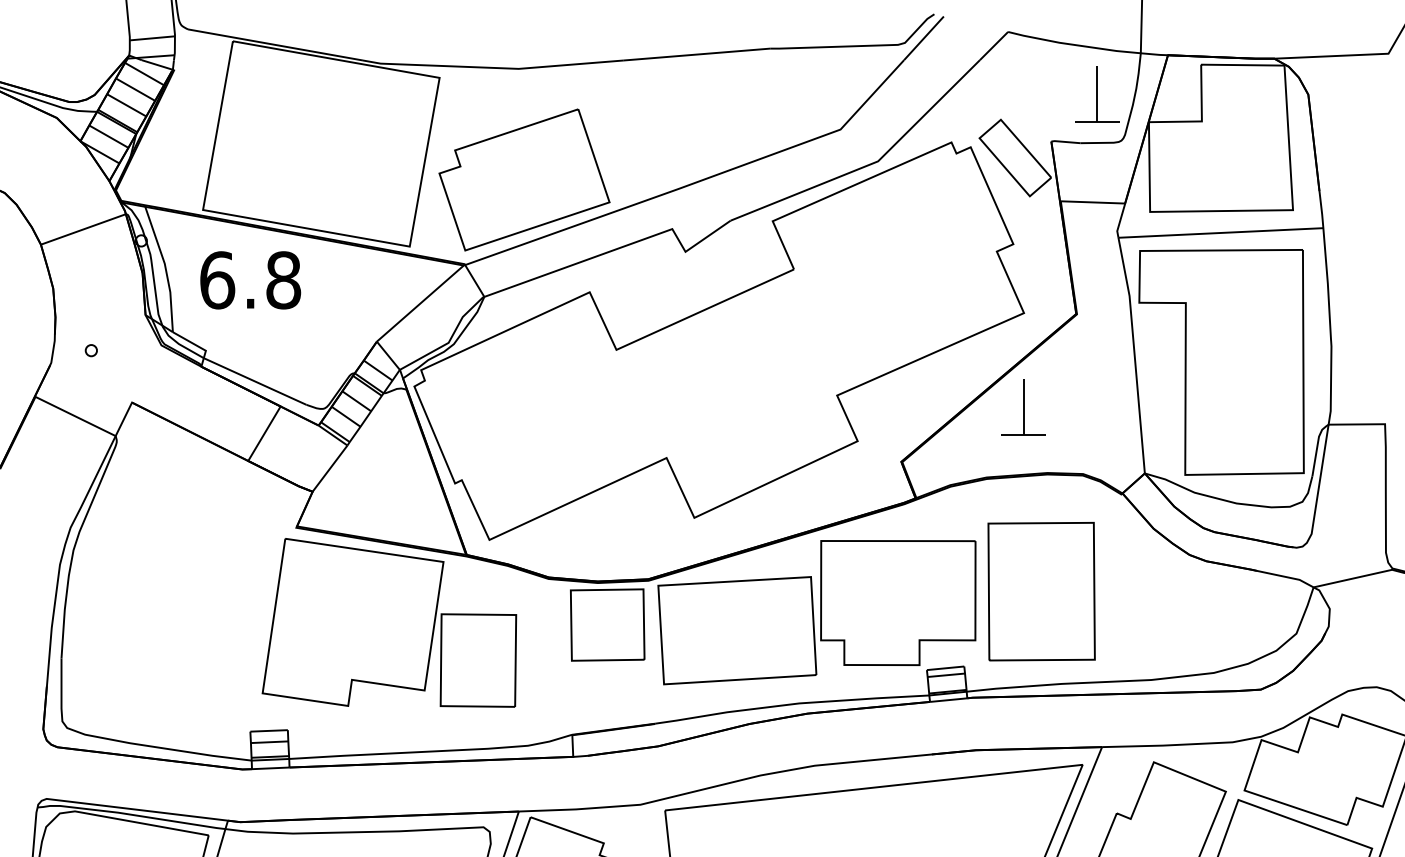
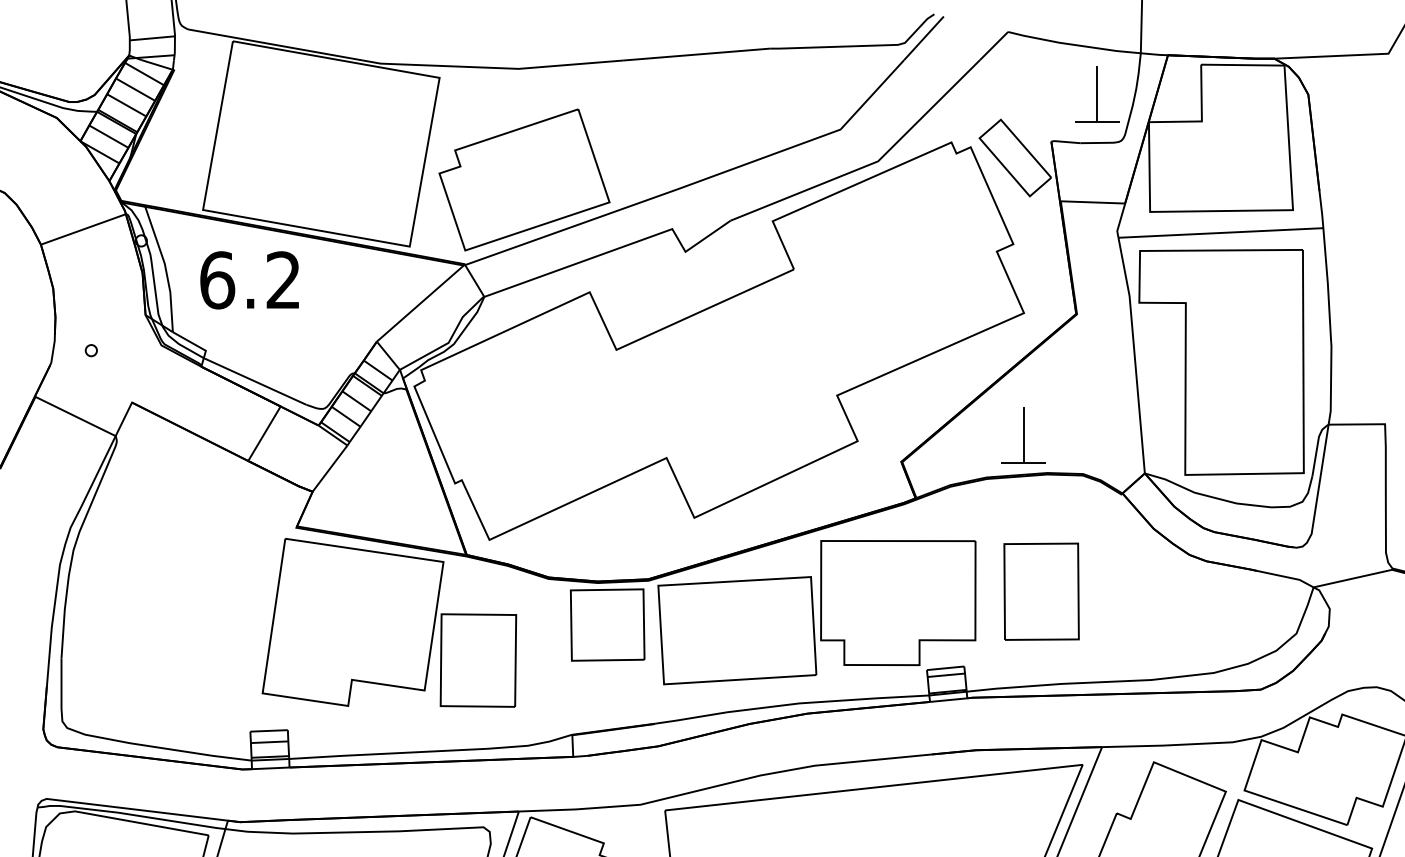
text at (283, 280): 6.8 -> 6.2
part at (1023, 407) position: (1023, 407) -> (1023, 435)
part at (1041, 591) size: 109x140 px -> 77x99 px
